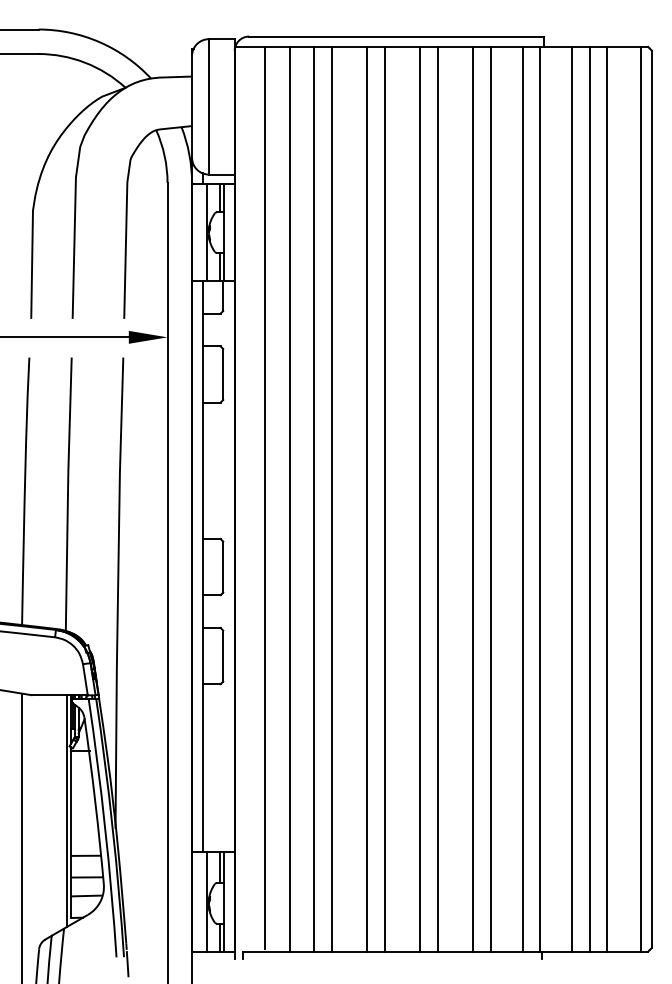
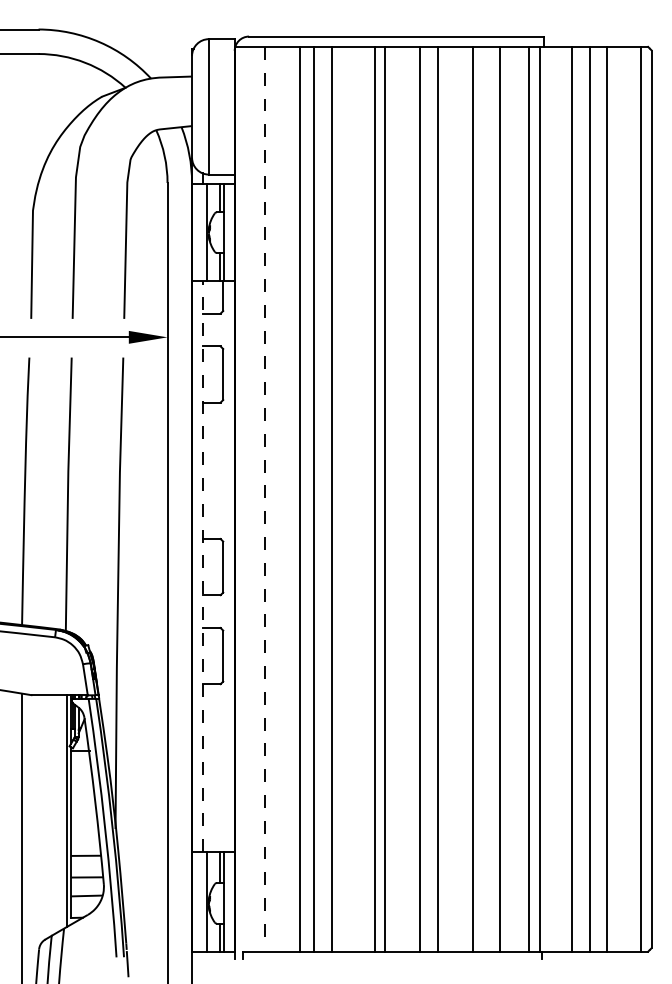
line at (265, 498): solid -> dashed
line at (289, 498) position: (289, 498) -> (299, 498)
line at (367, 498) position: (367, 498) -> (375, 498)
line at (490, 498) position: (490, 498) -> (499, 498)
line at (522, 498) position: (522, 498) -> (528, 498)
line at (202, 566): solid -> dashed
